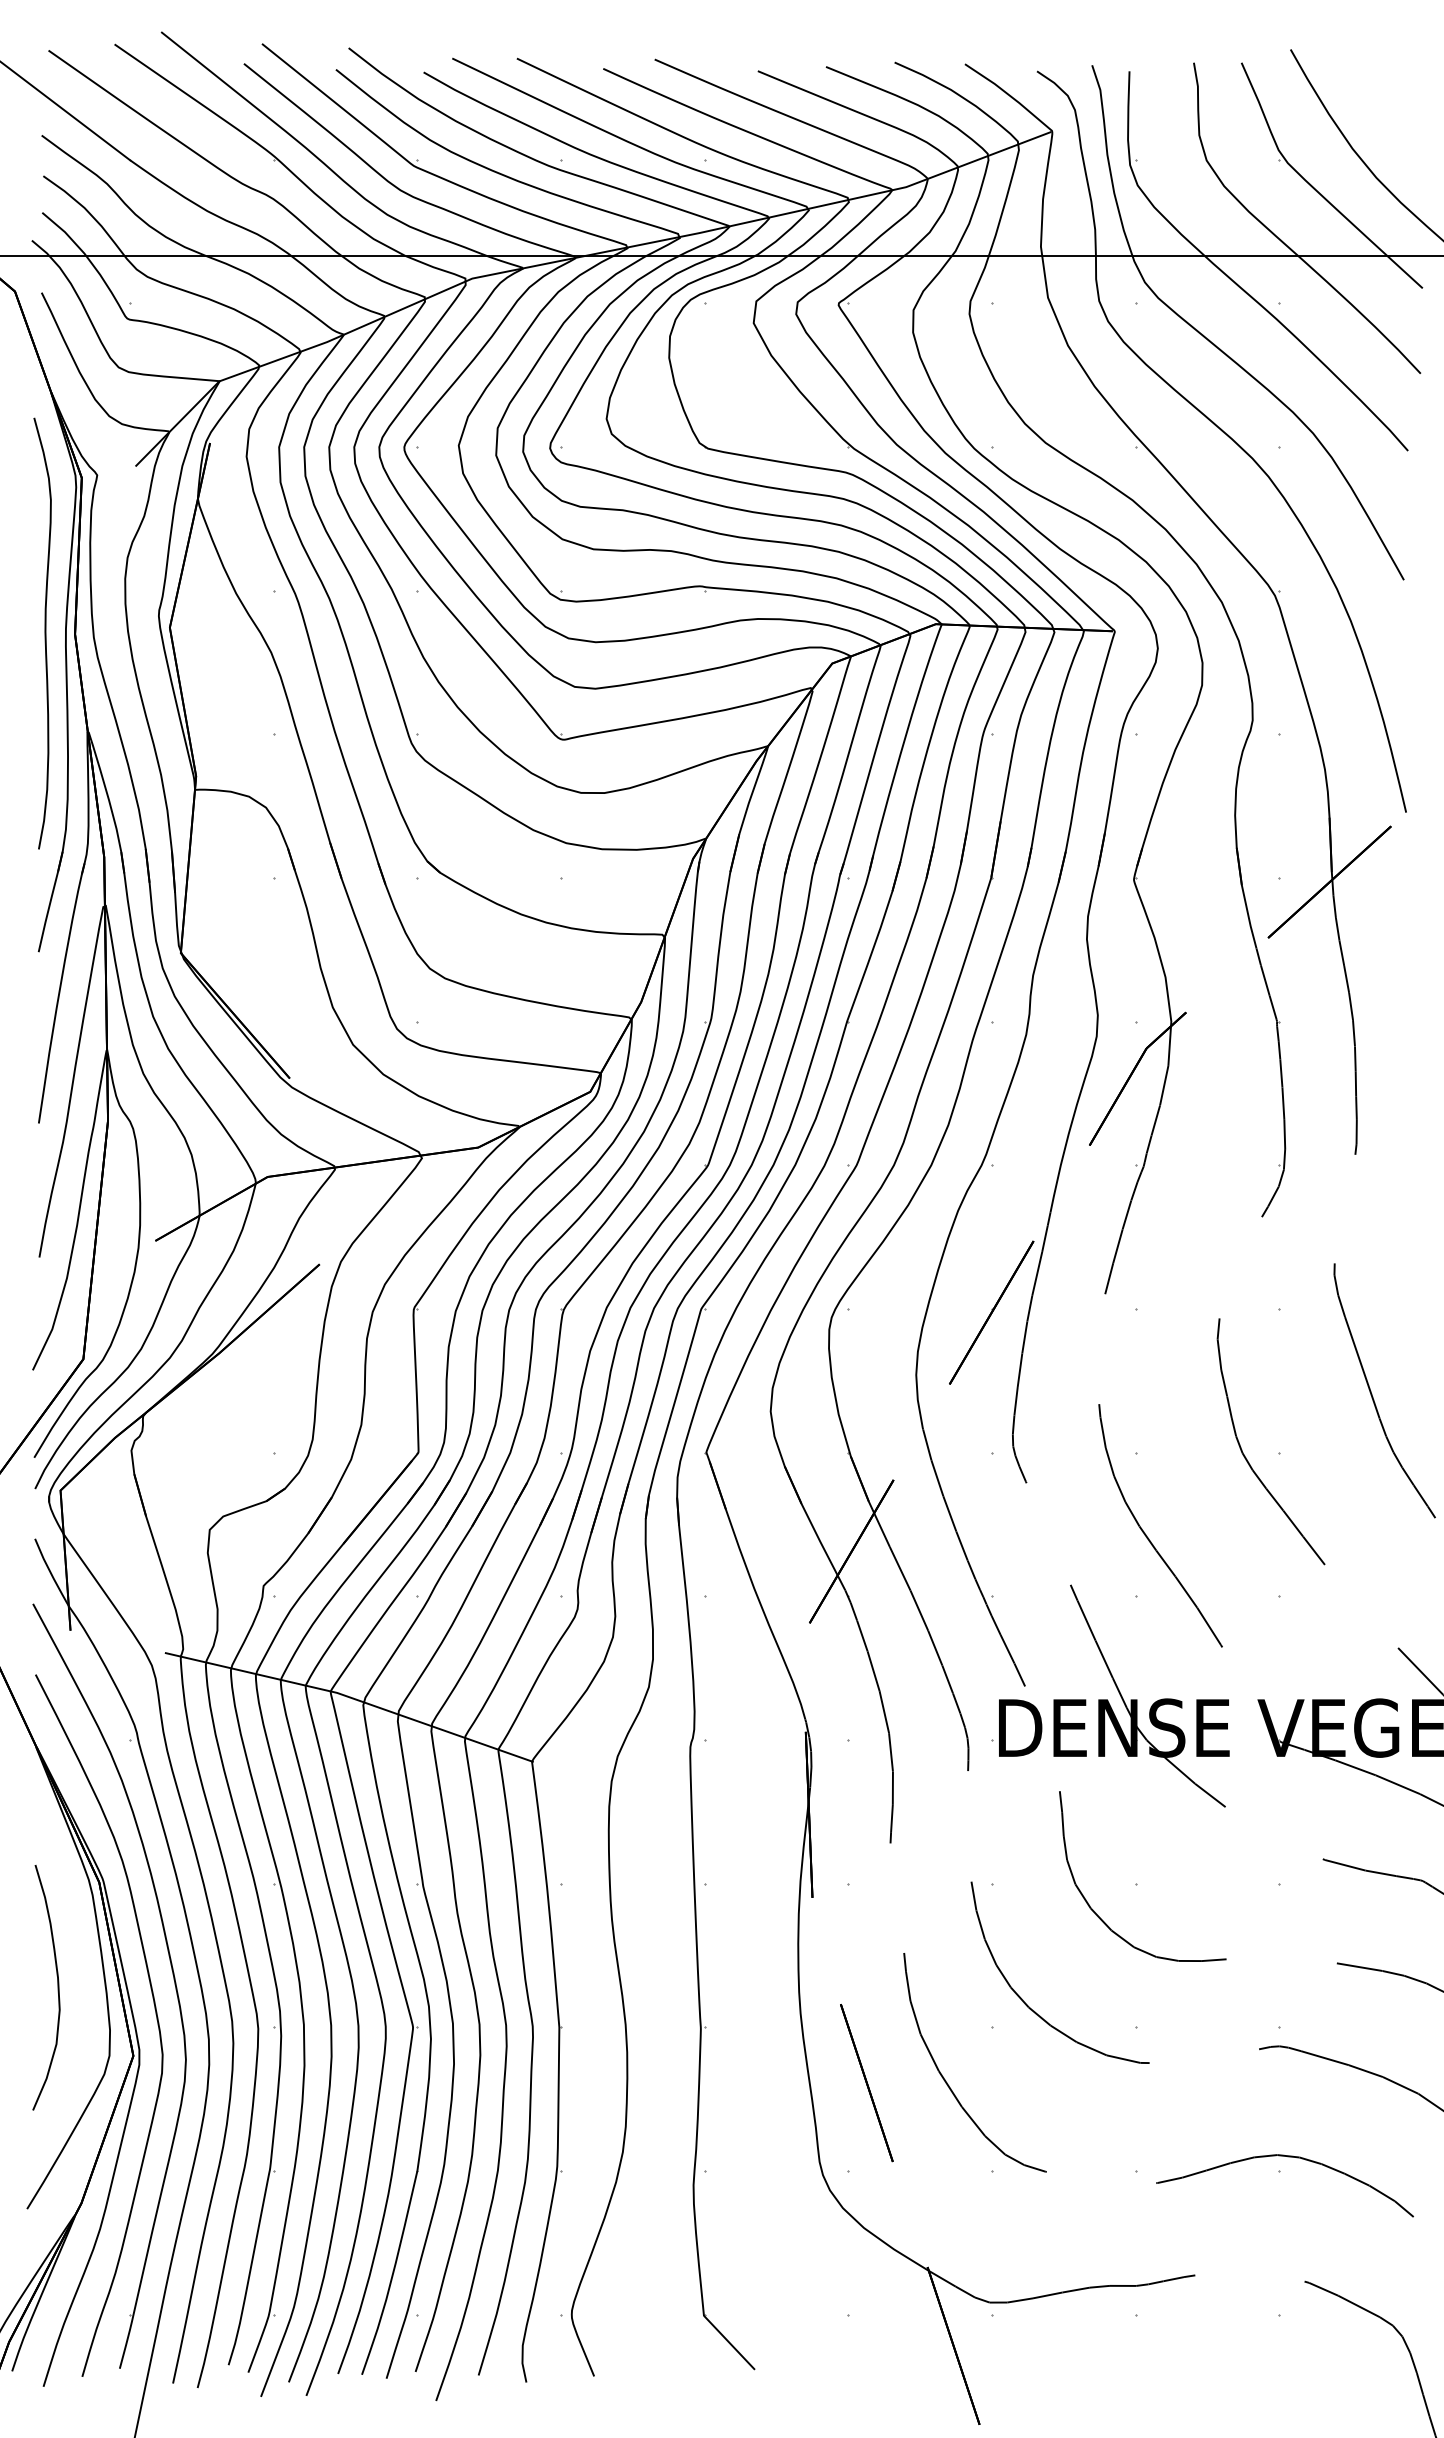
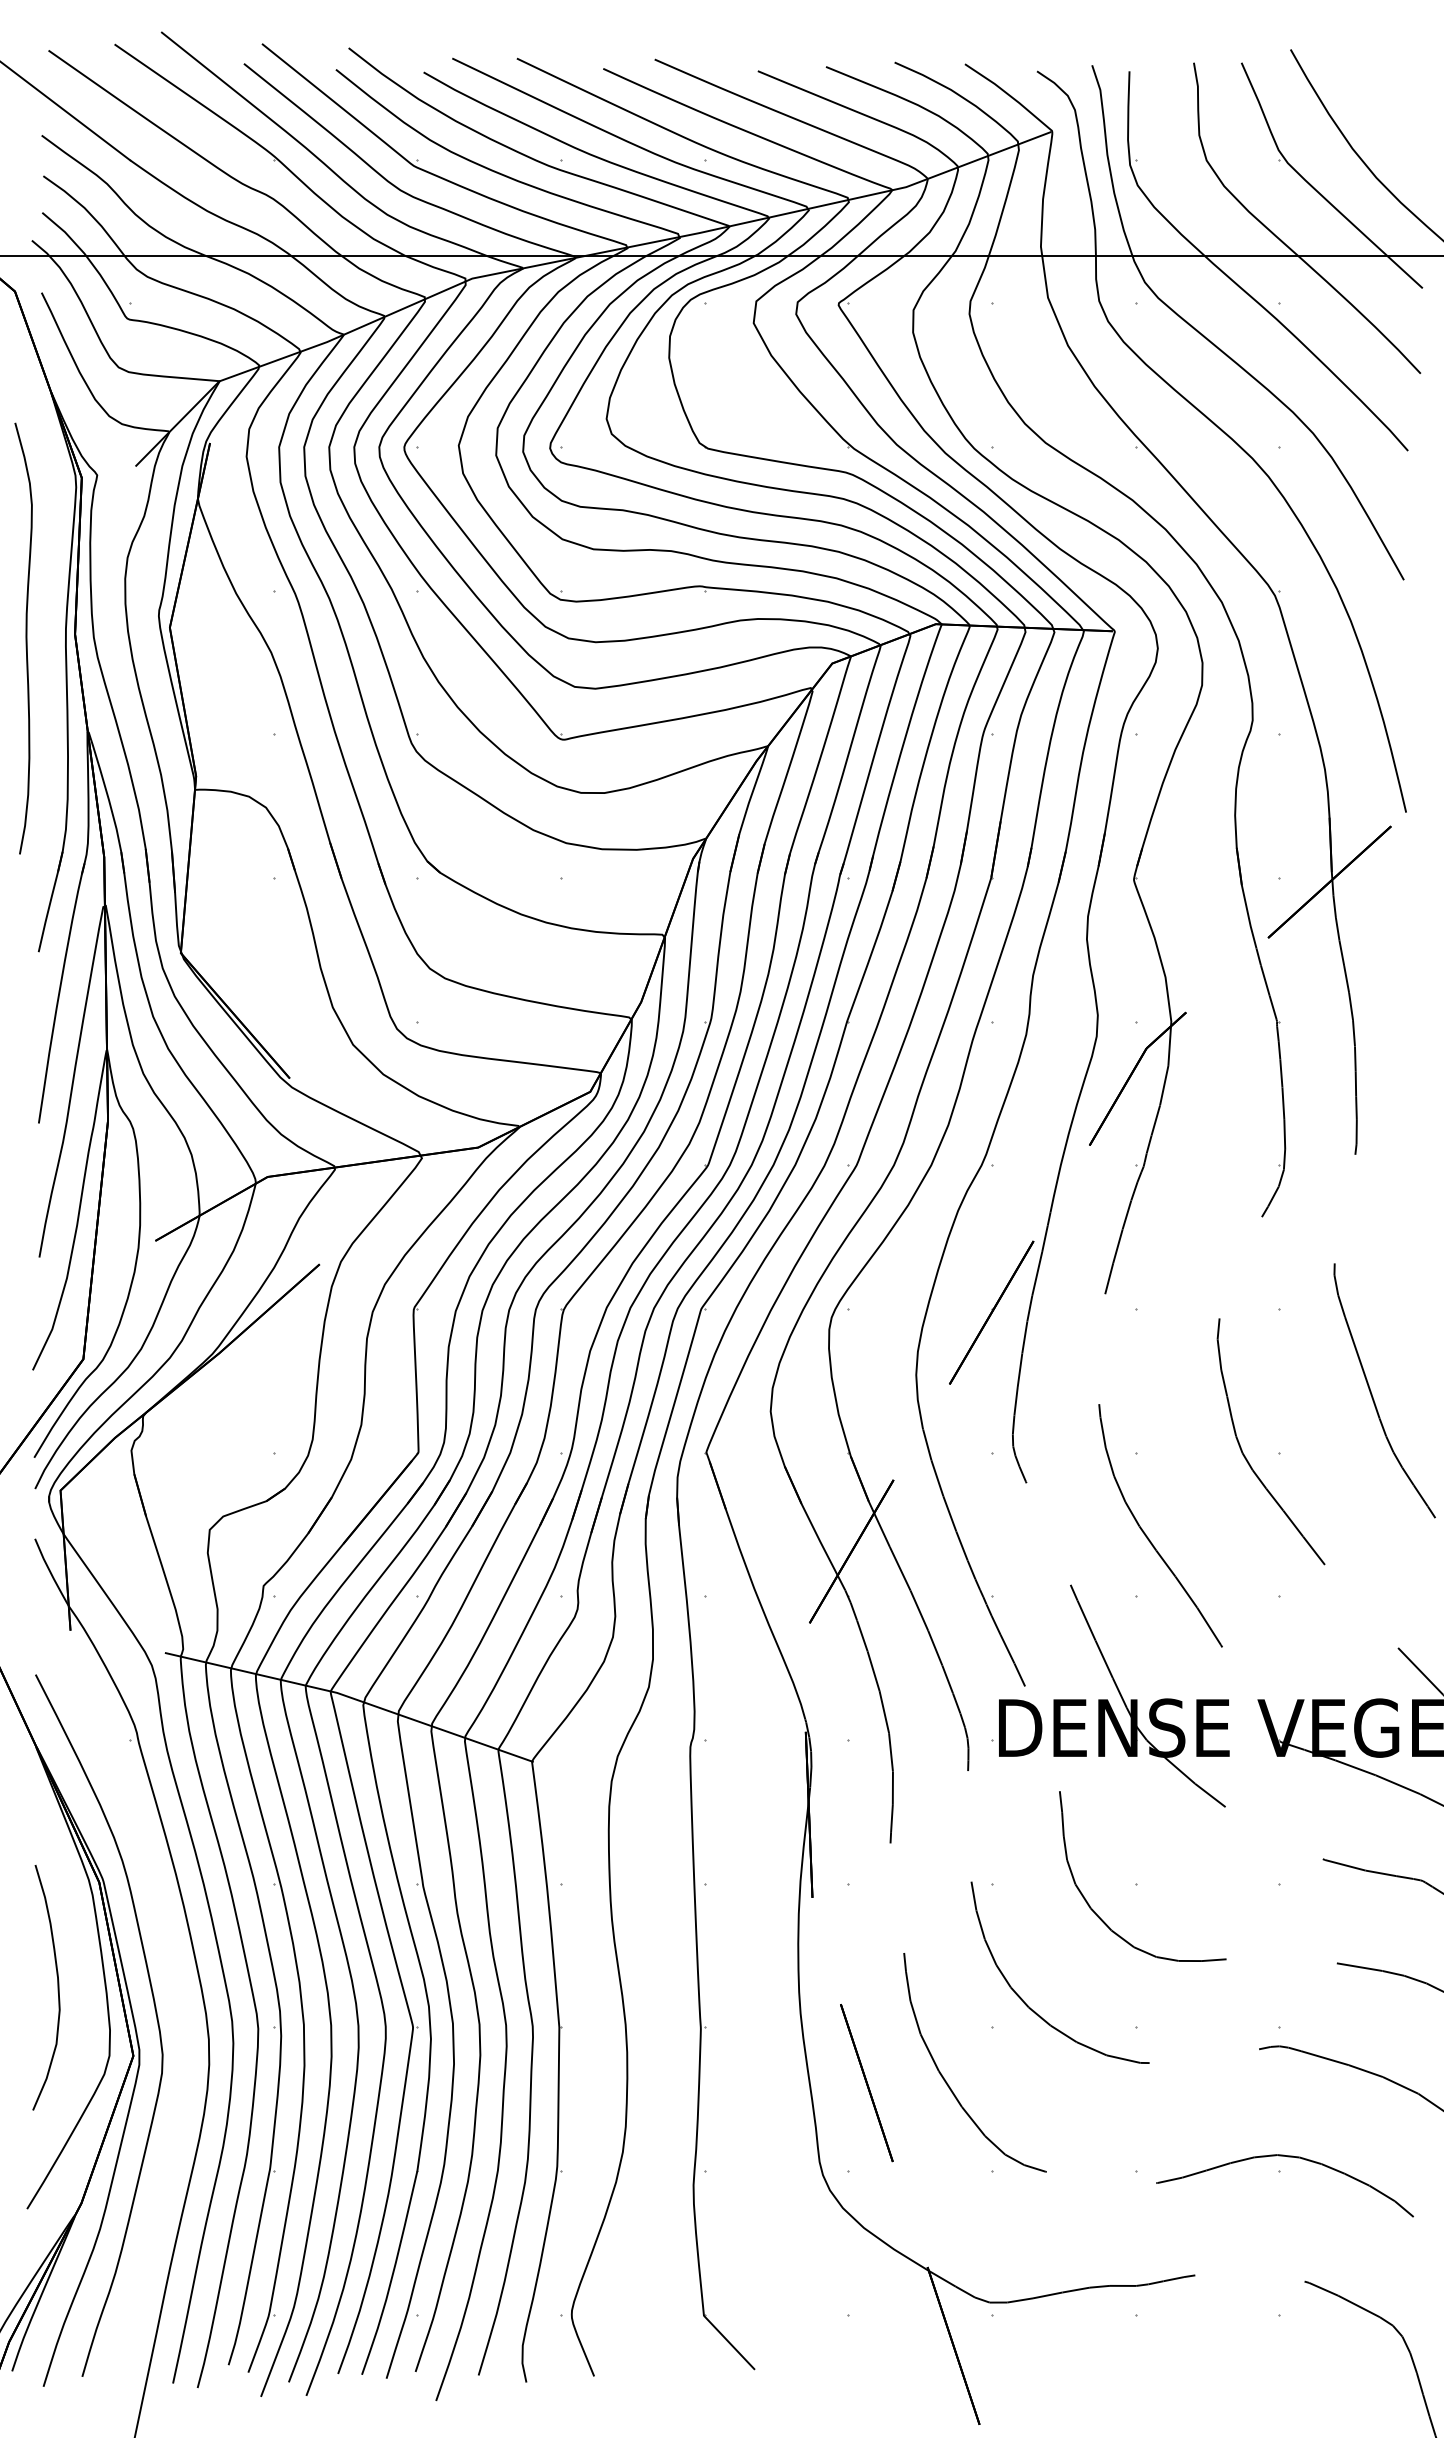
curve at (44, 633) position: (44, 633) -> (25, 638)
part at (171, 1970): present -> none
